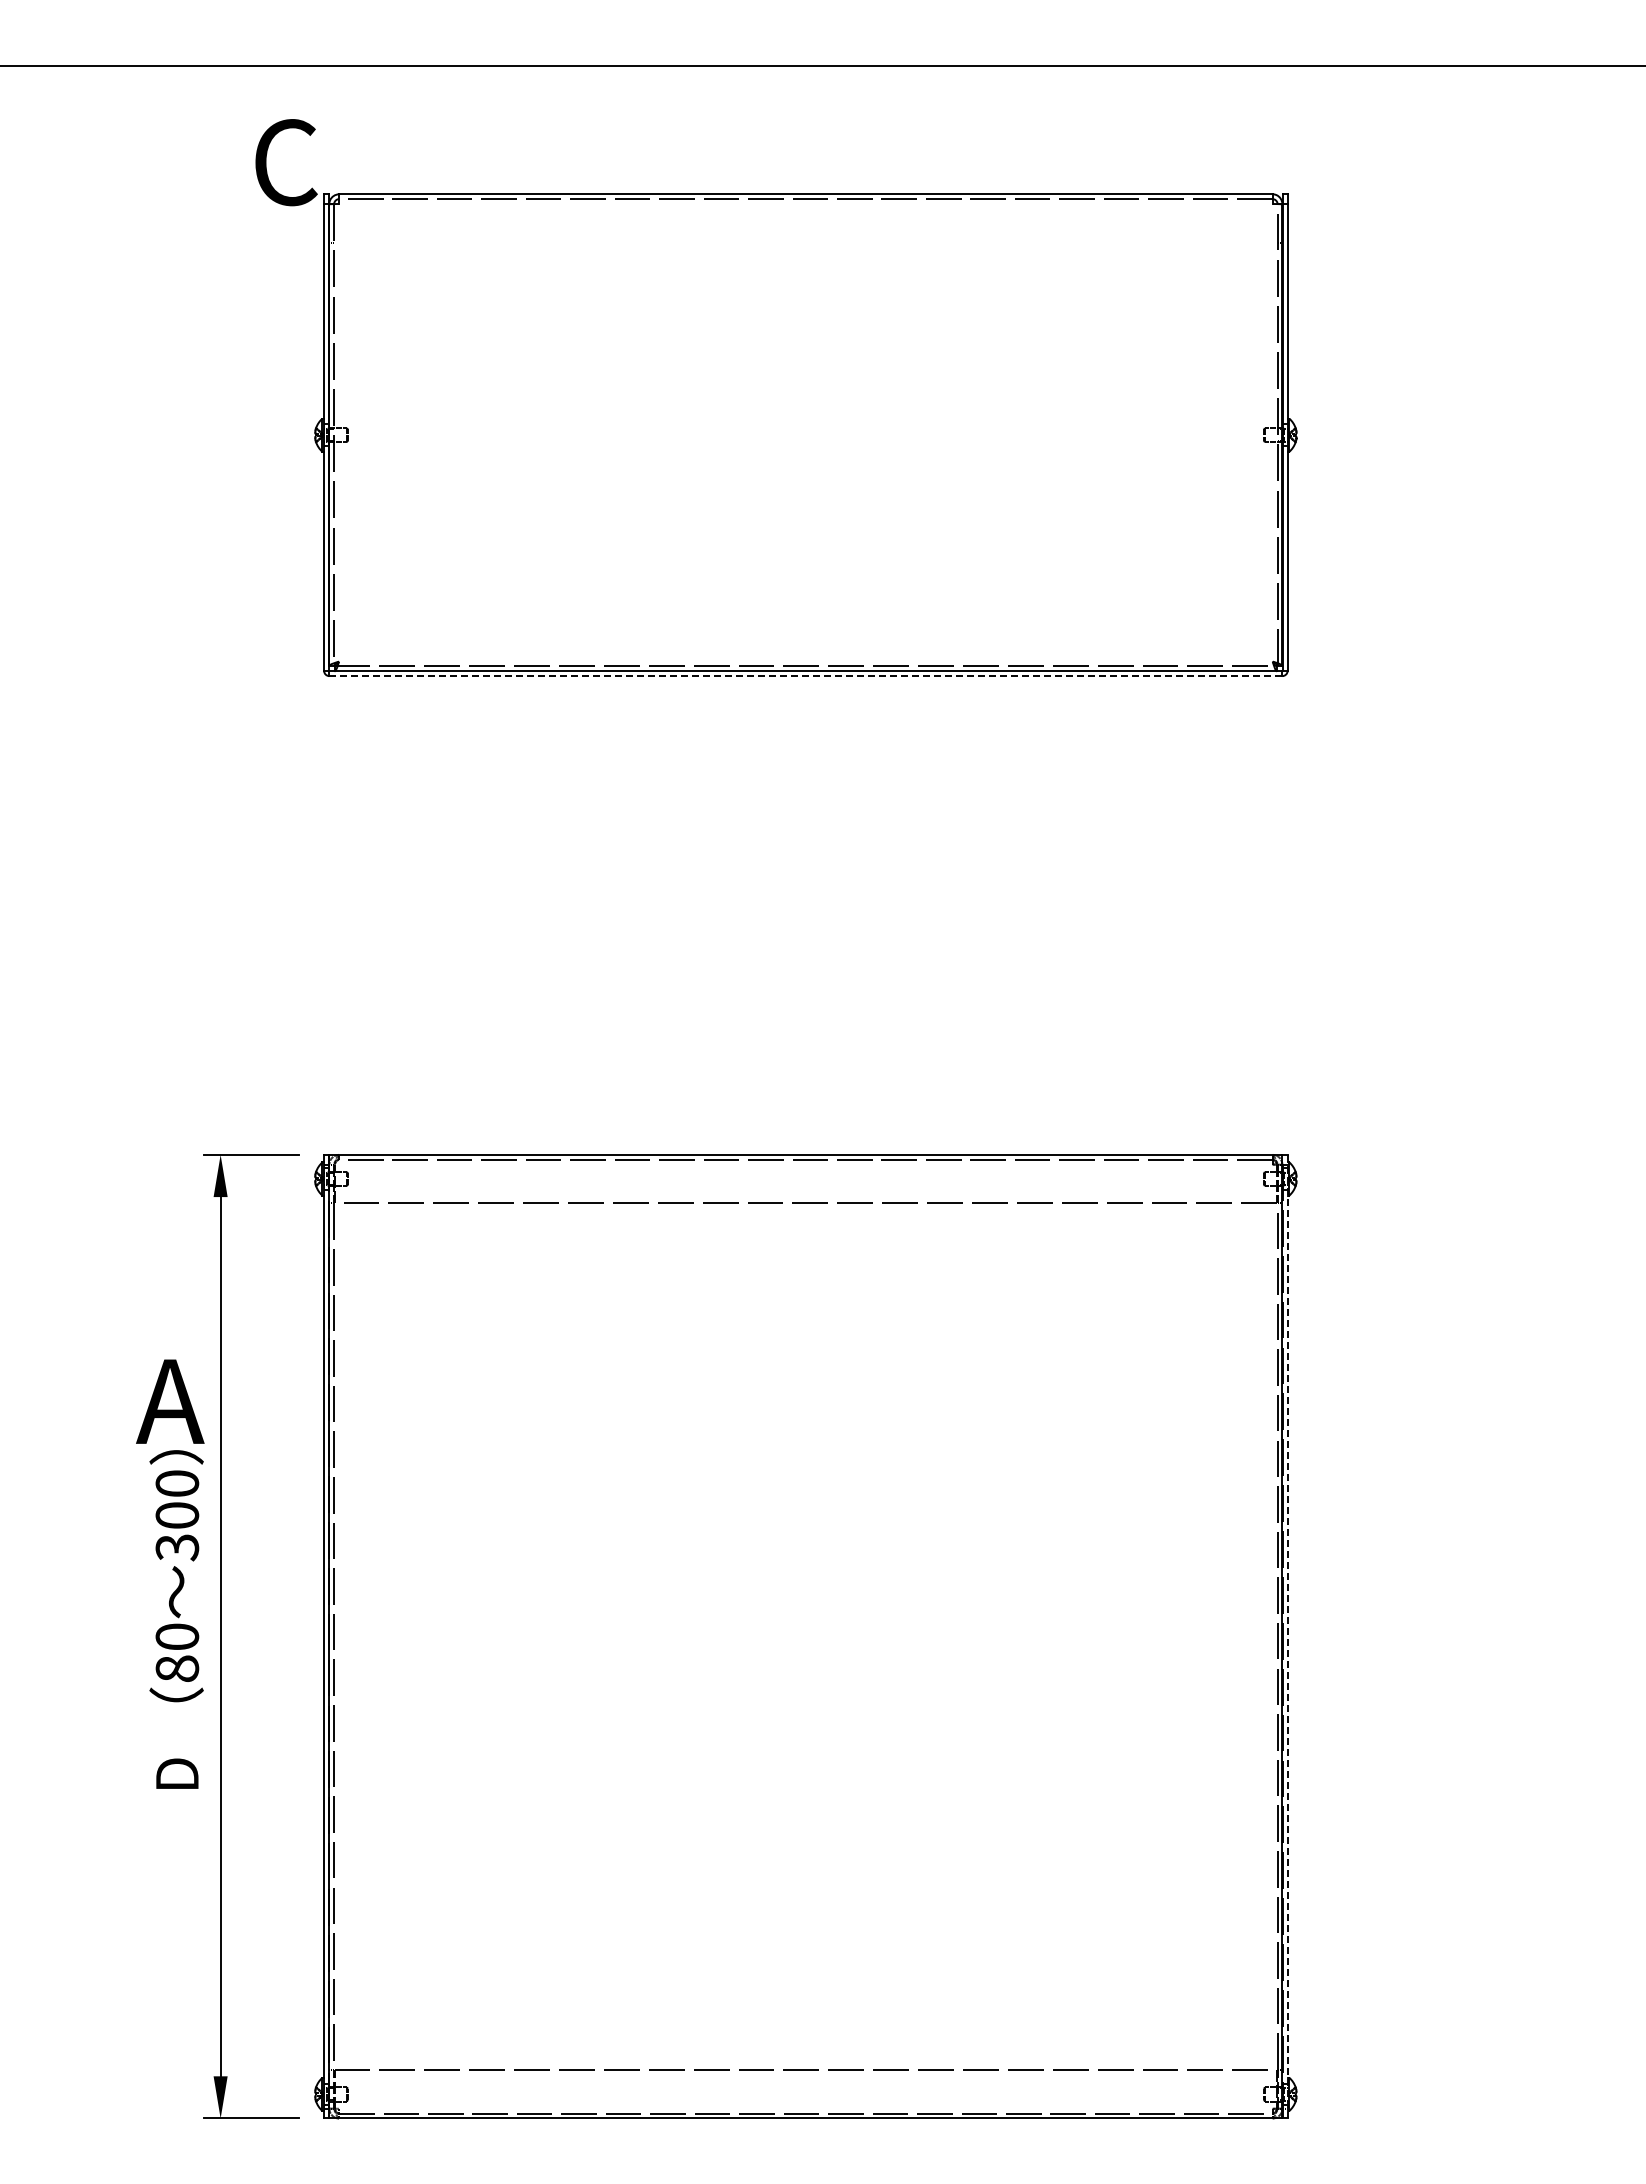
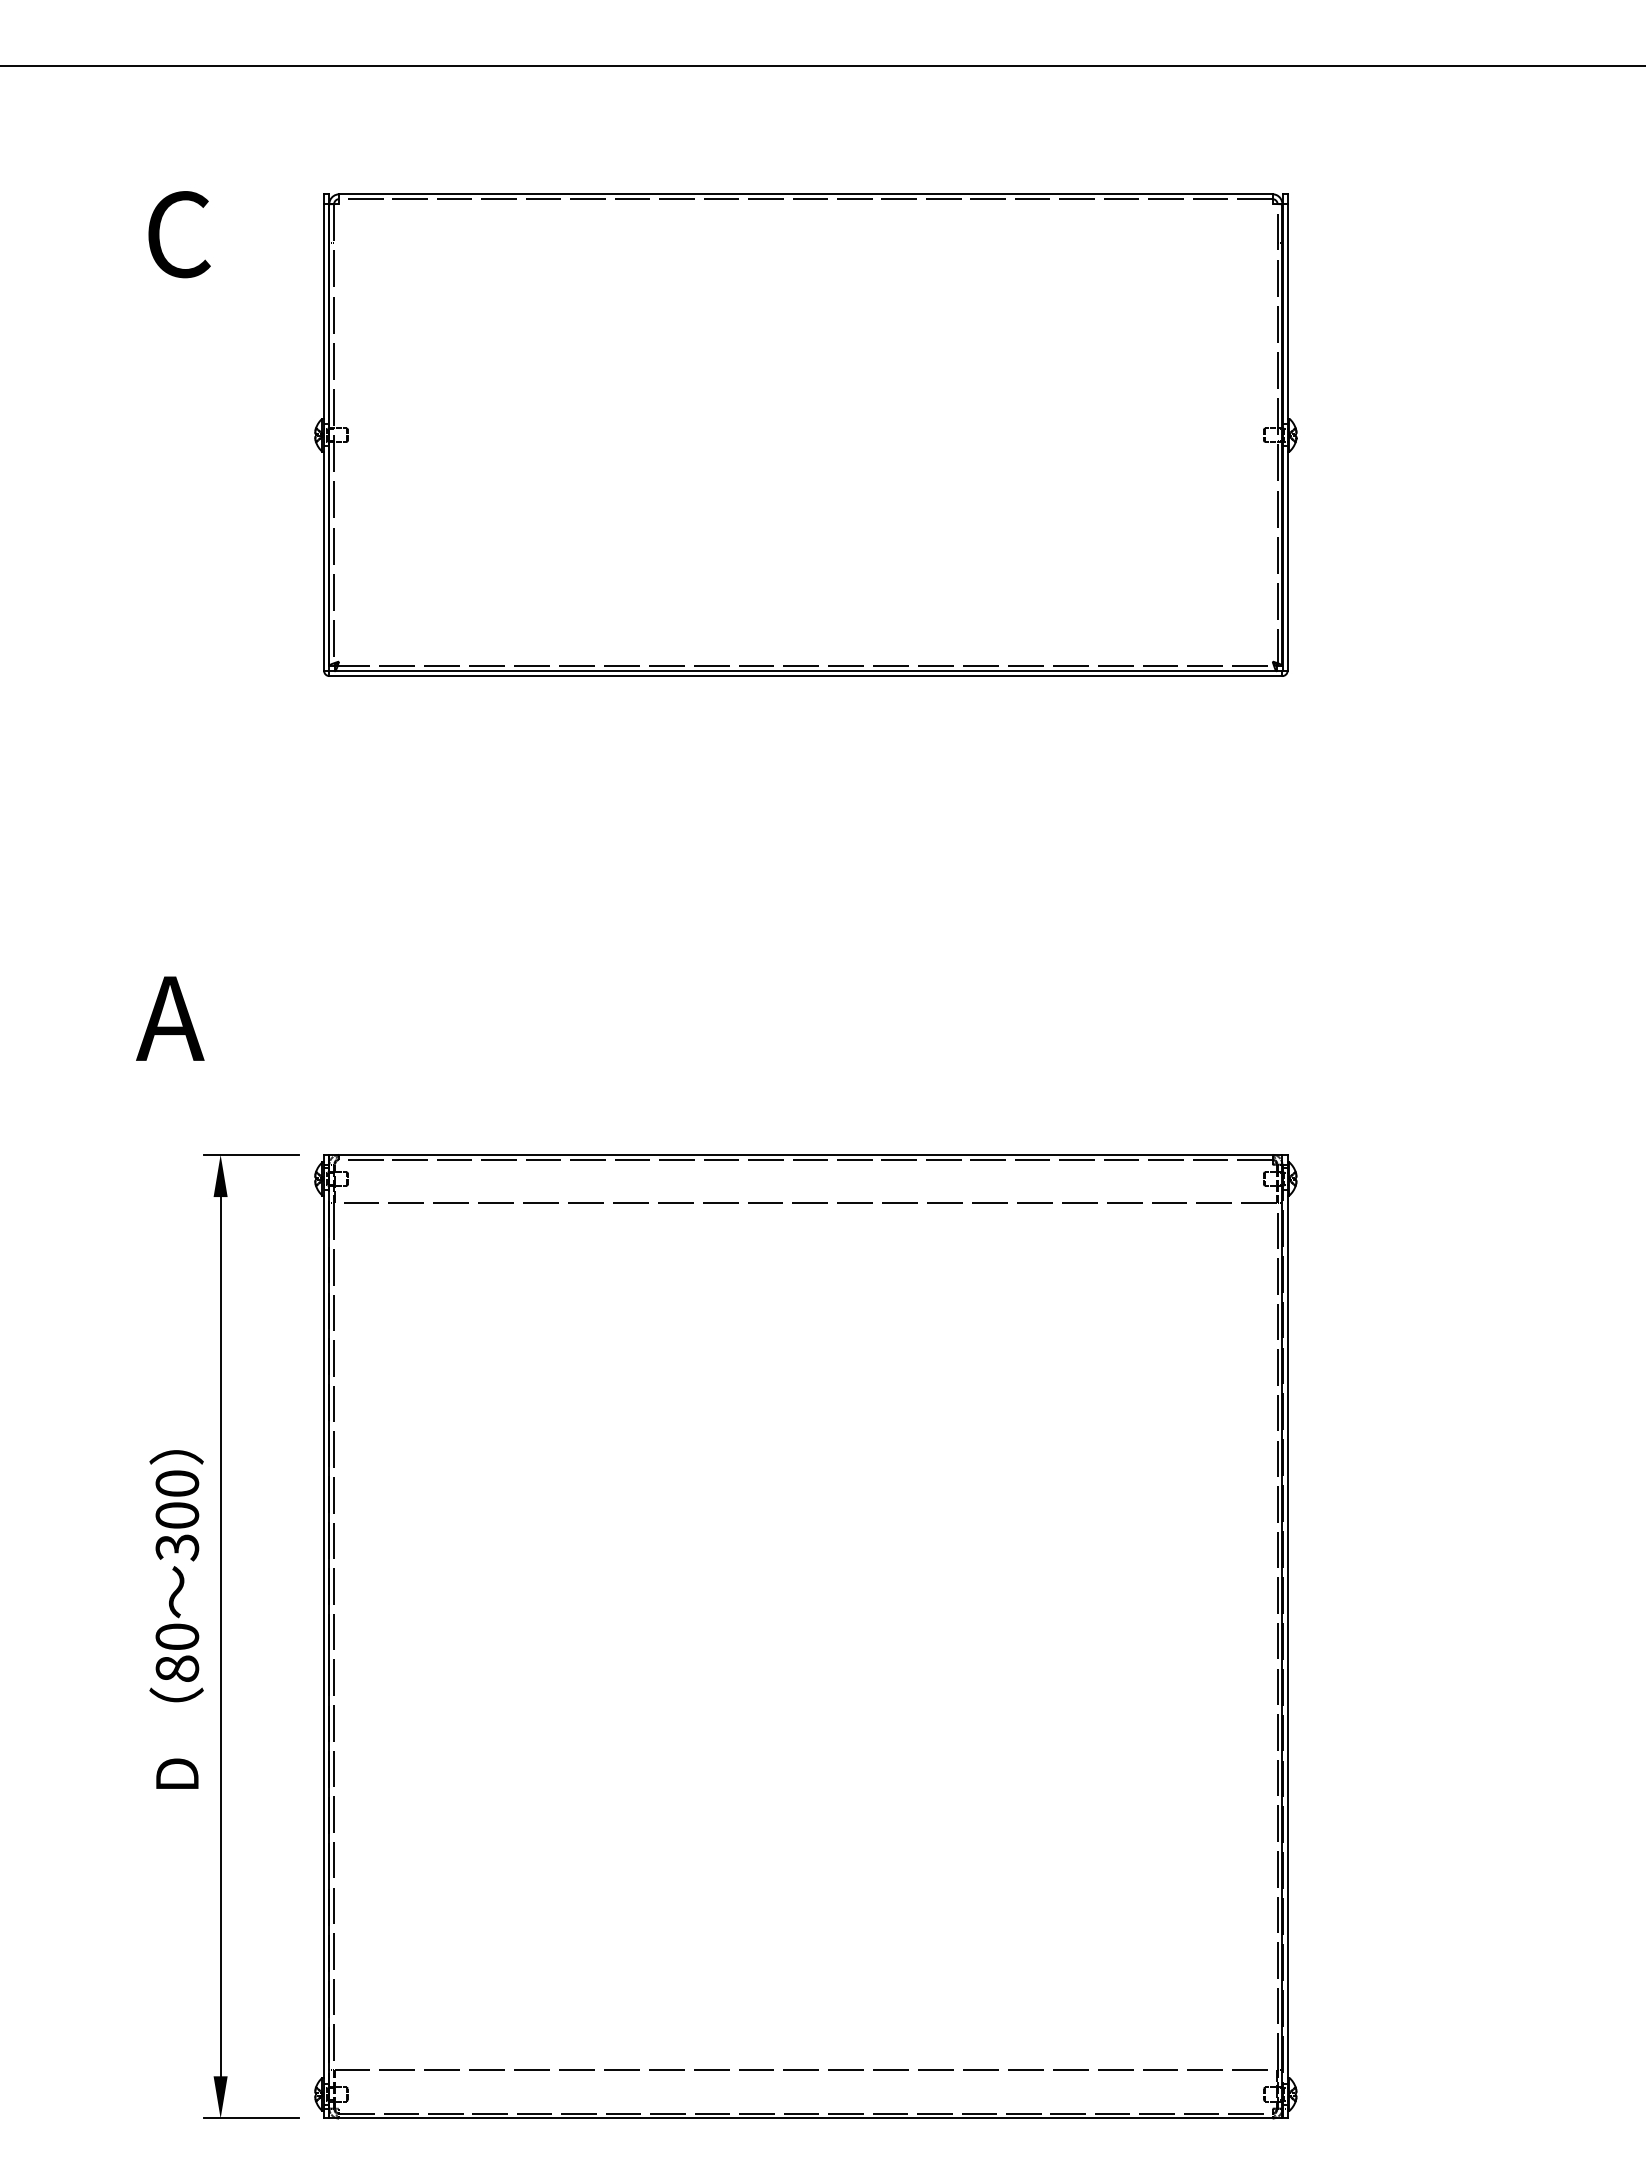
text at (286, 162) position: (286, 162) -> (179, 234)
line at (805, 676): dashed -> solid
text at (170, 1401) position: (170, 1401) -> (170, 1018)
line at (1287, 1636): dashed -> solid
